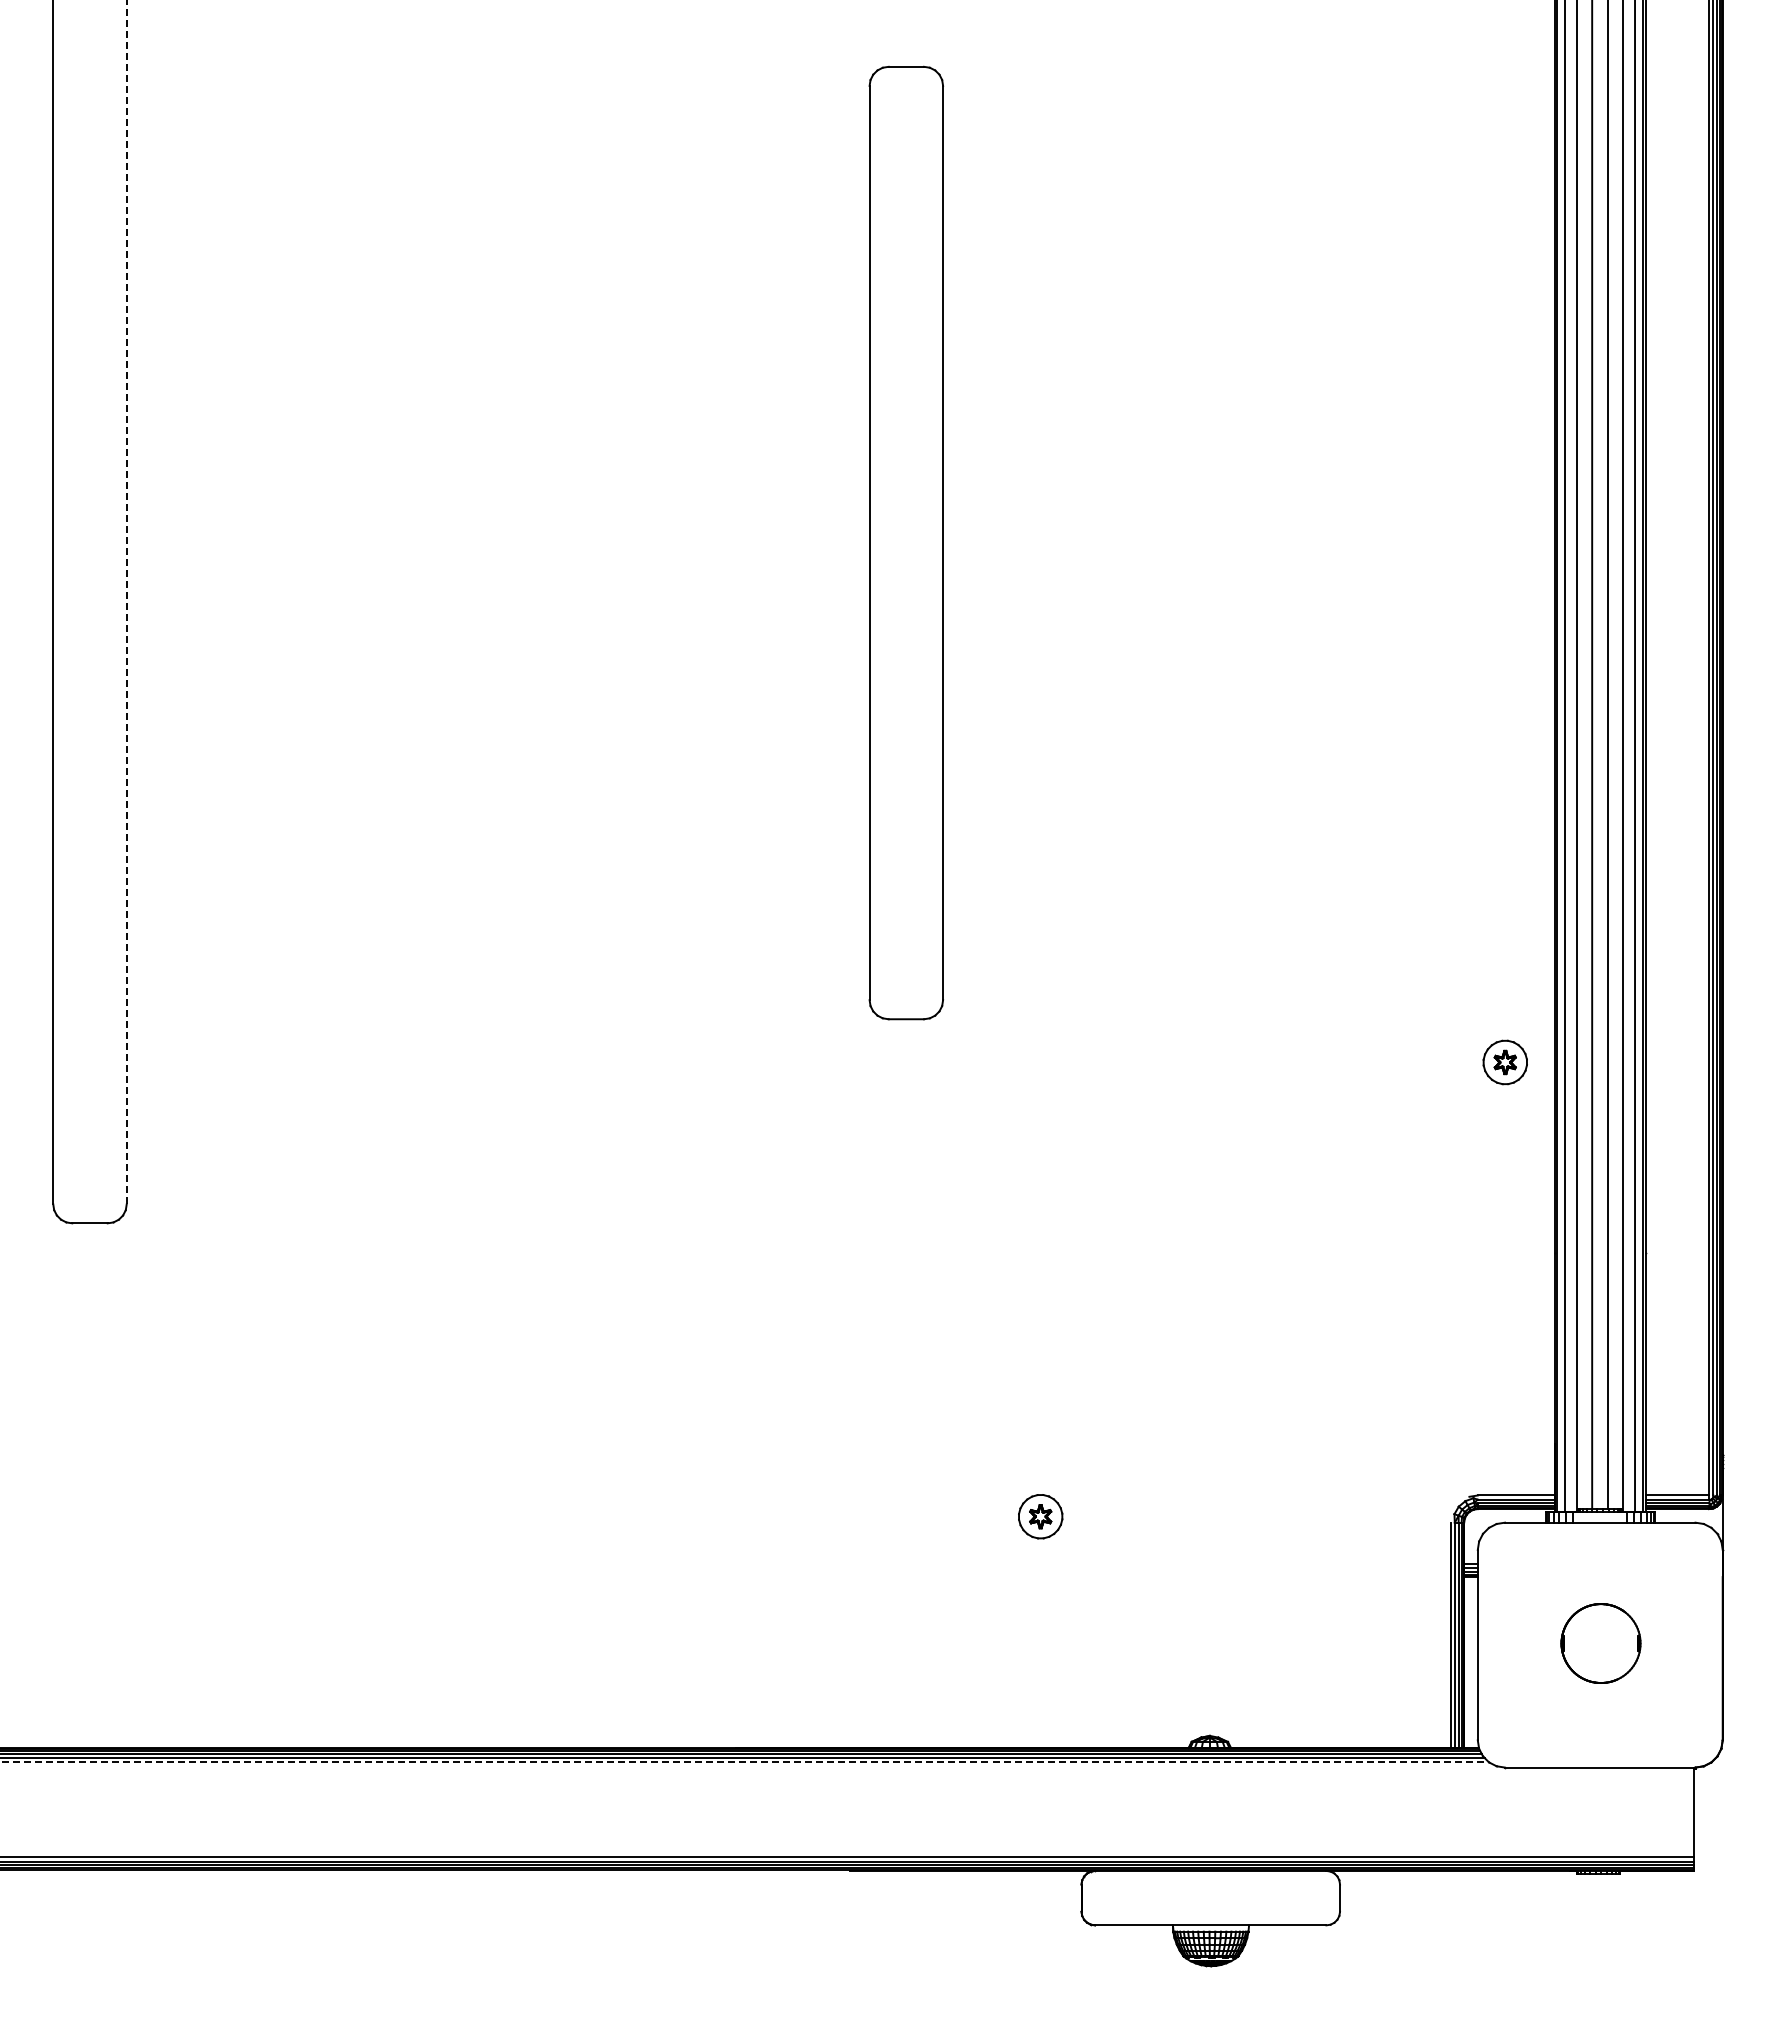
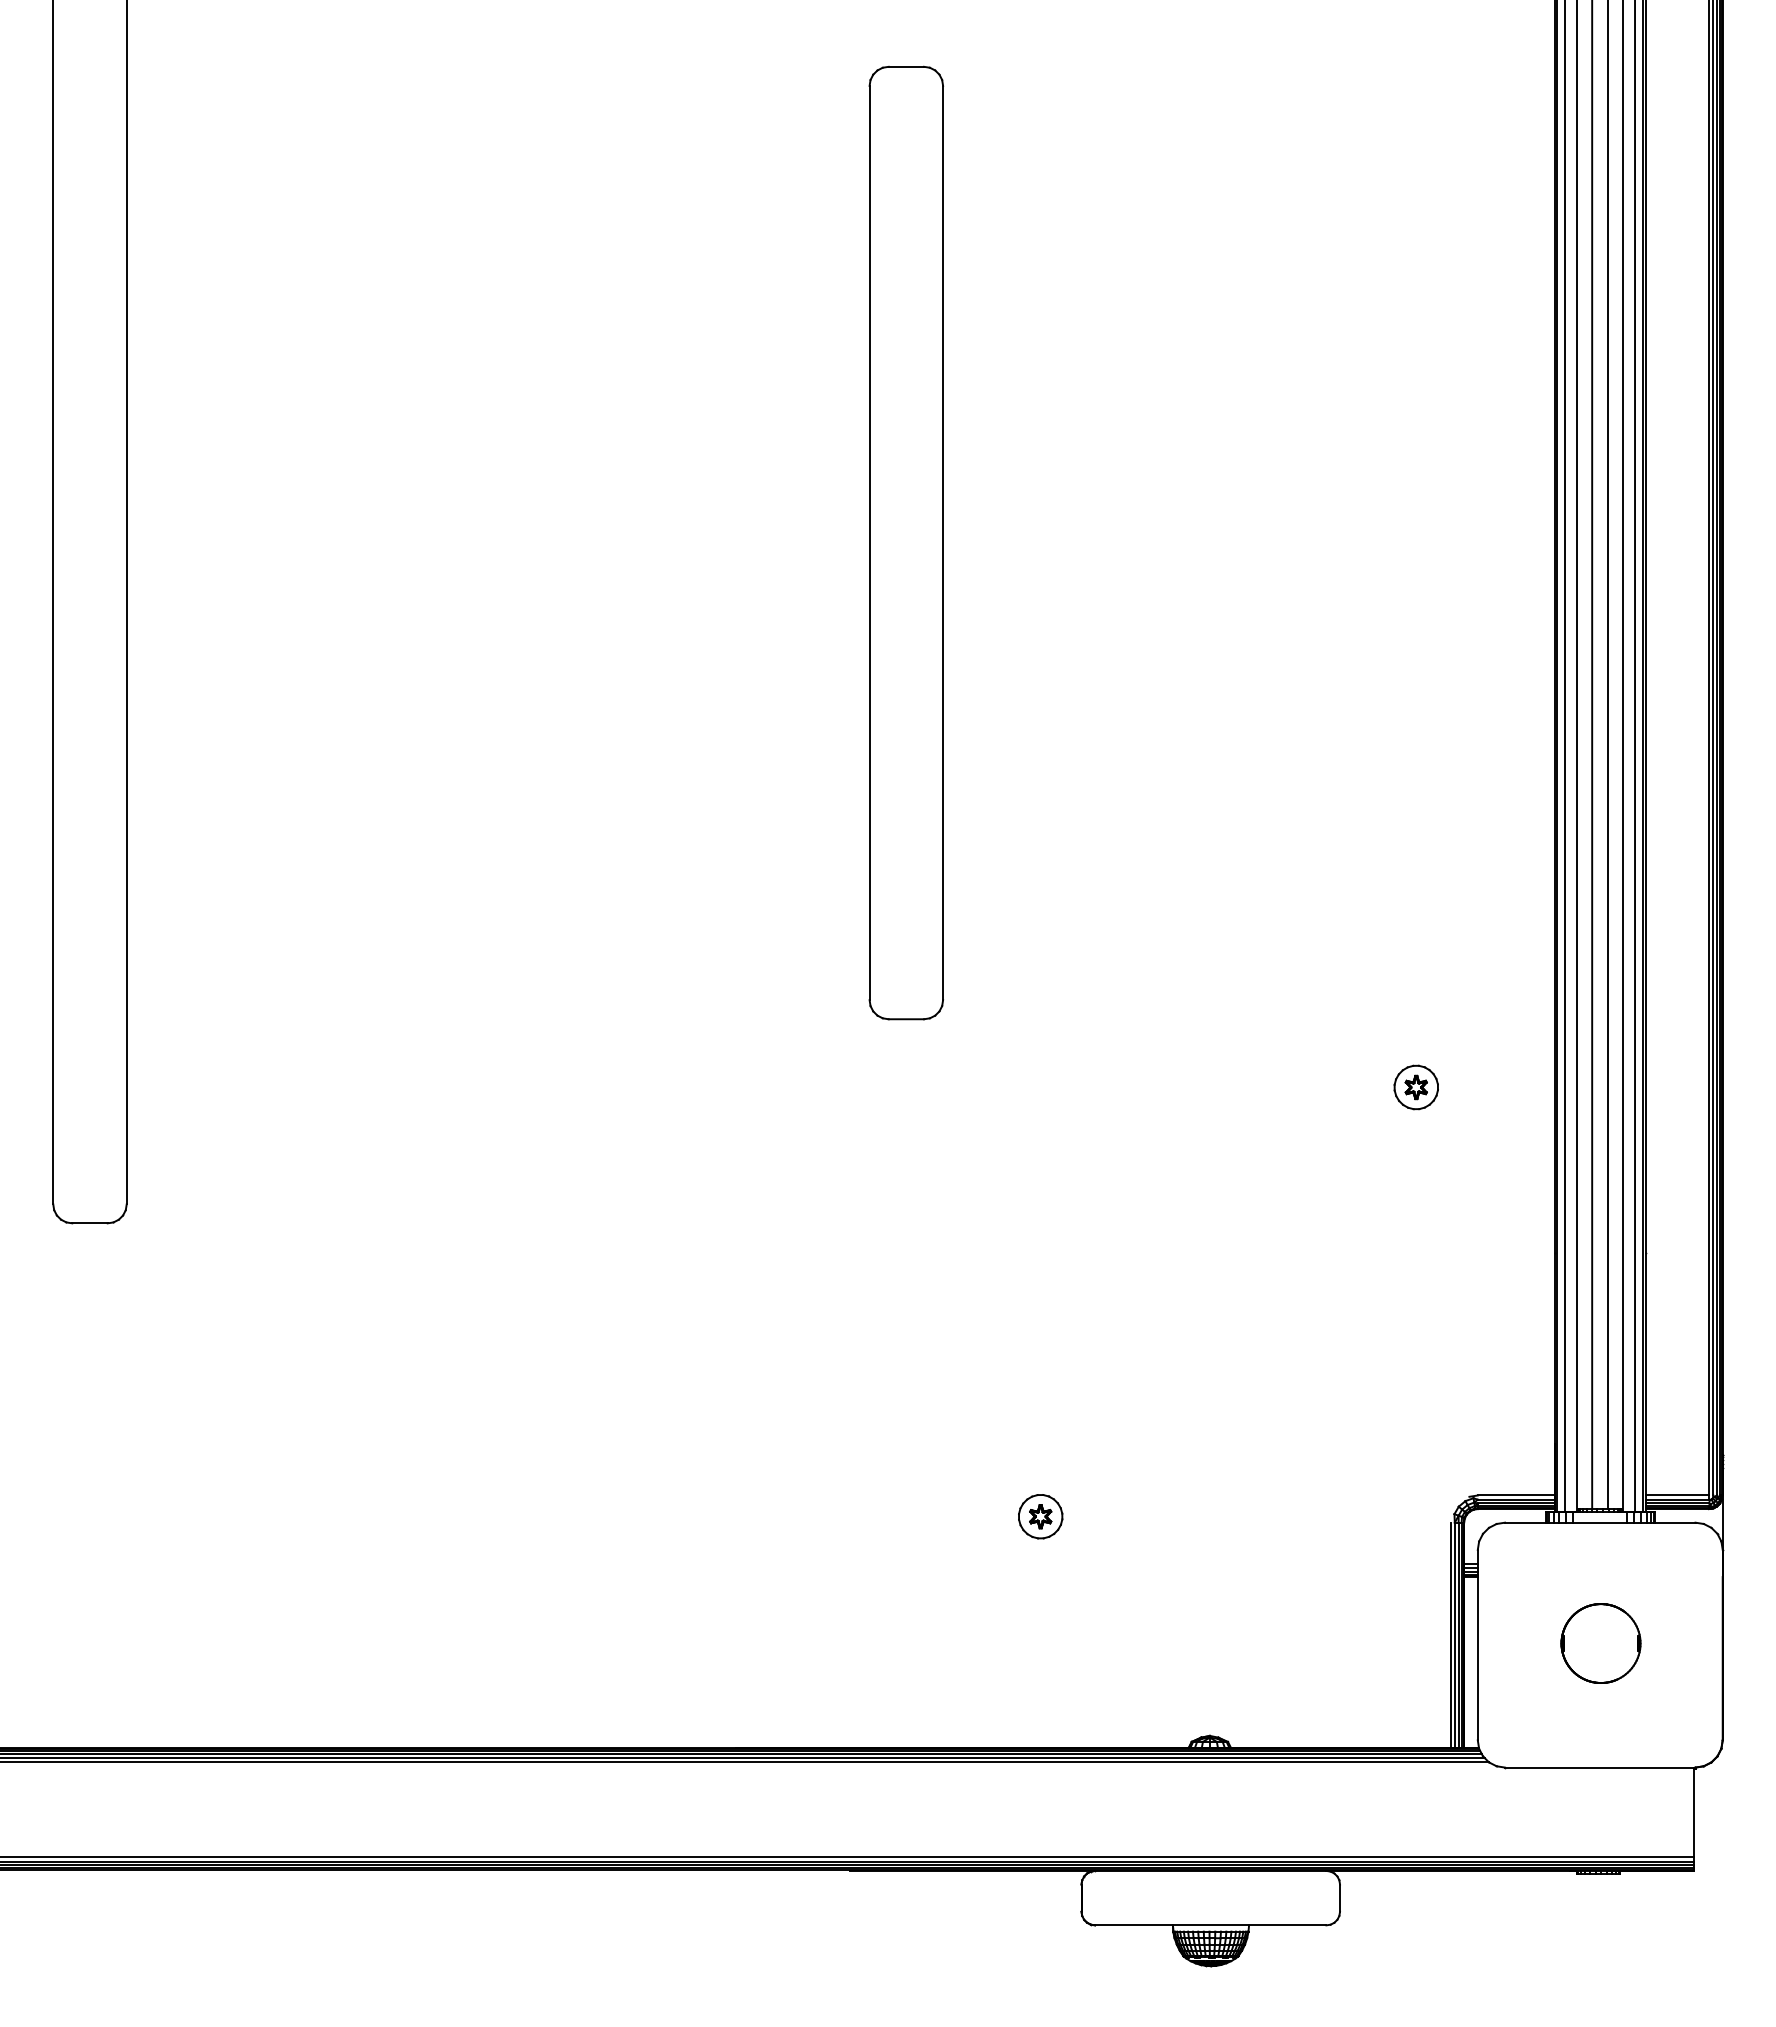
line at (126, 602): dashed -> solid
part at (1504, 1062) position: (1504, 1062) -> (1415, 1087)
line at (745, 1762): dashed -> solid
